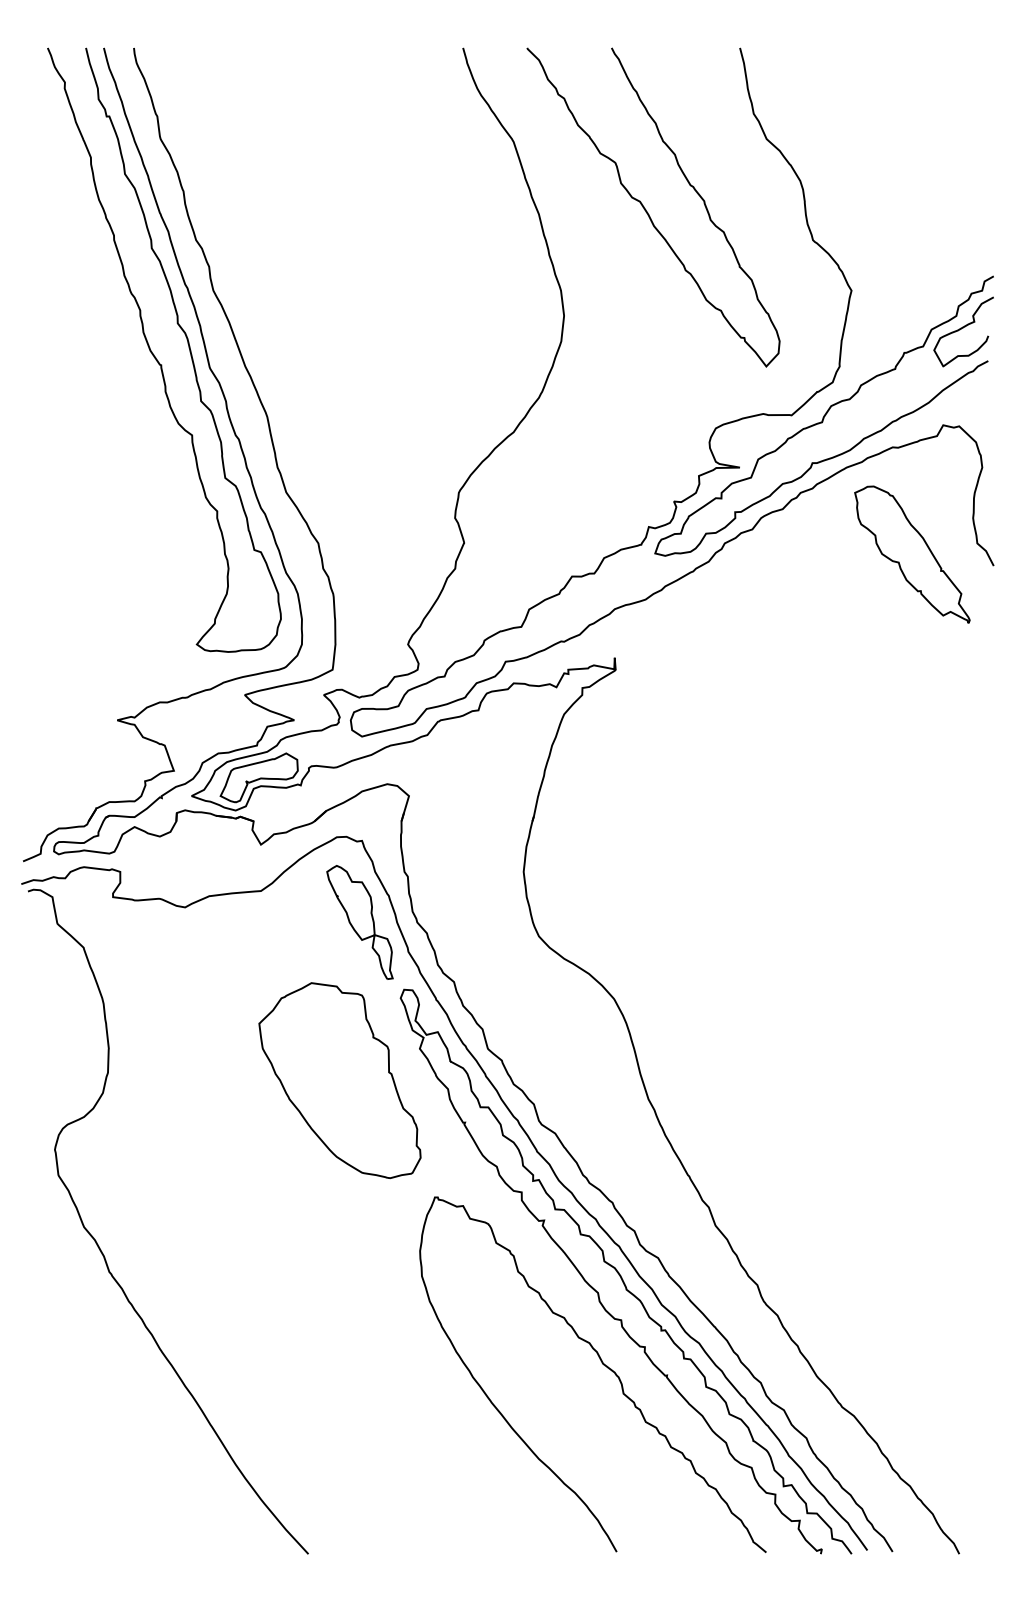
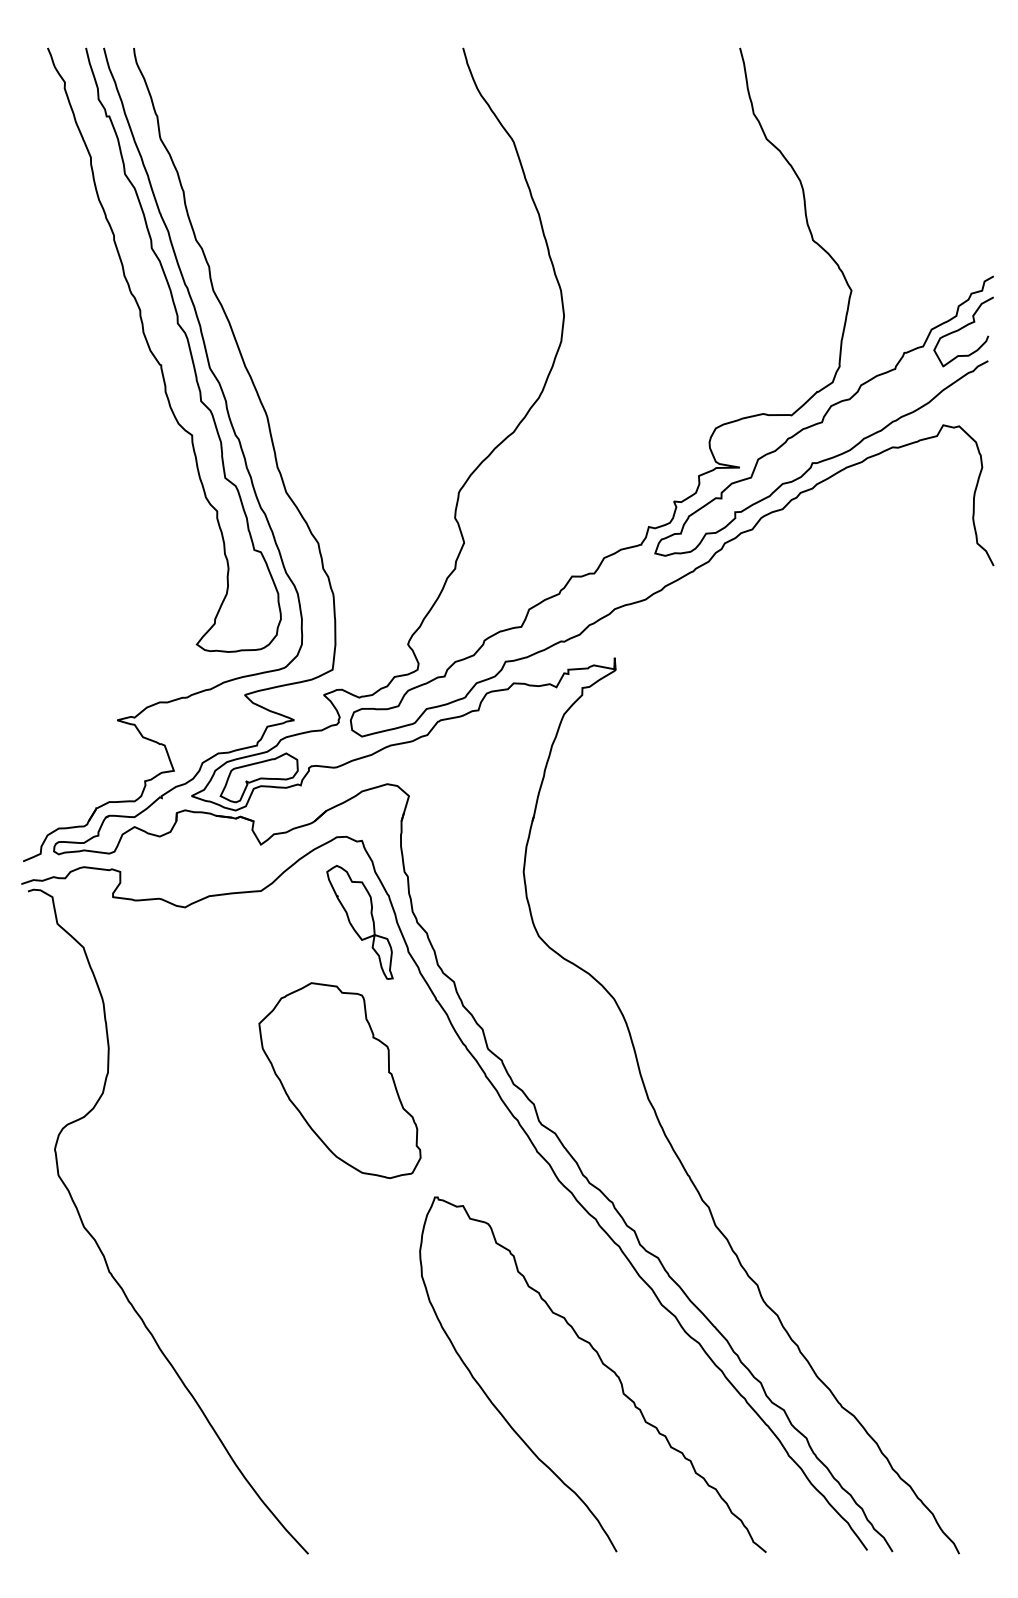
curve at (648, 212): present -> none
part at (912, 554): present -> none
curve at (621, 1275): present -> none
